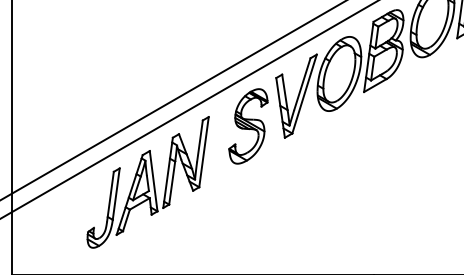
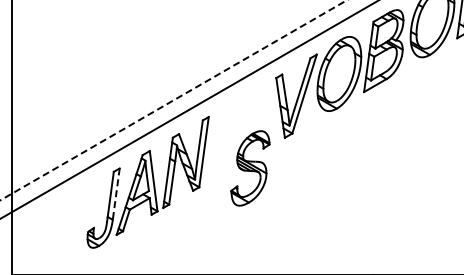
line at (173, 100): solid -> dashed
part at (248, 126) position: (248, 126) -> (250, 168)
line at (116, 194): solid -> dashed
